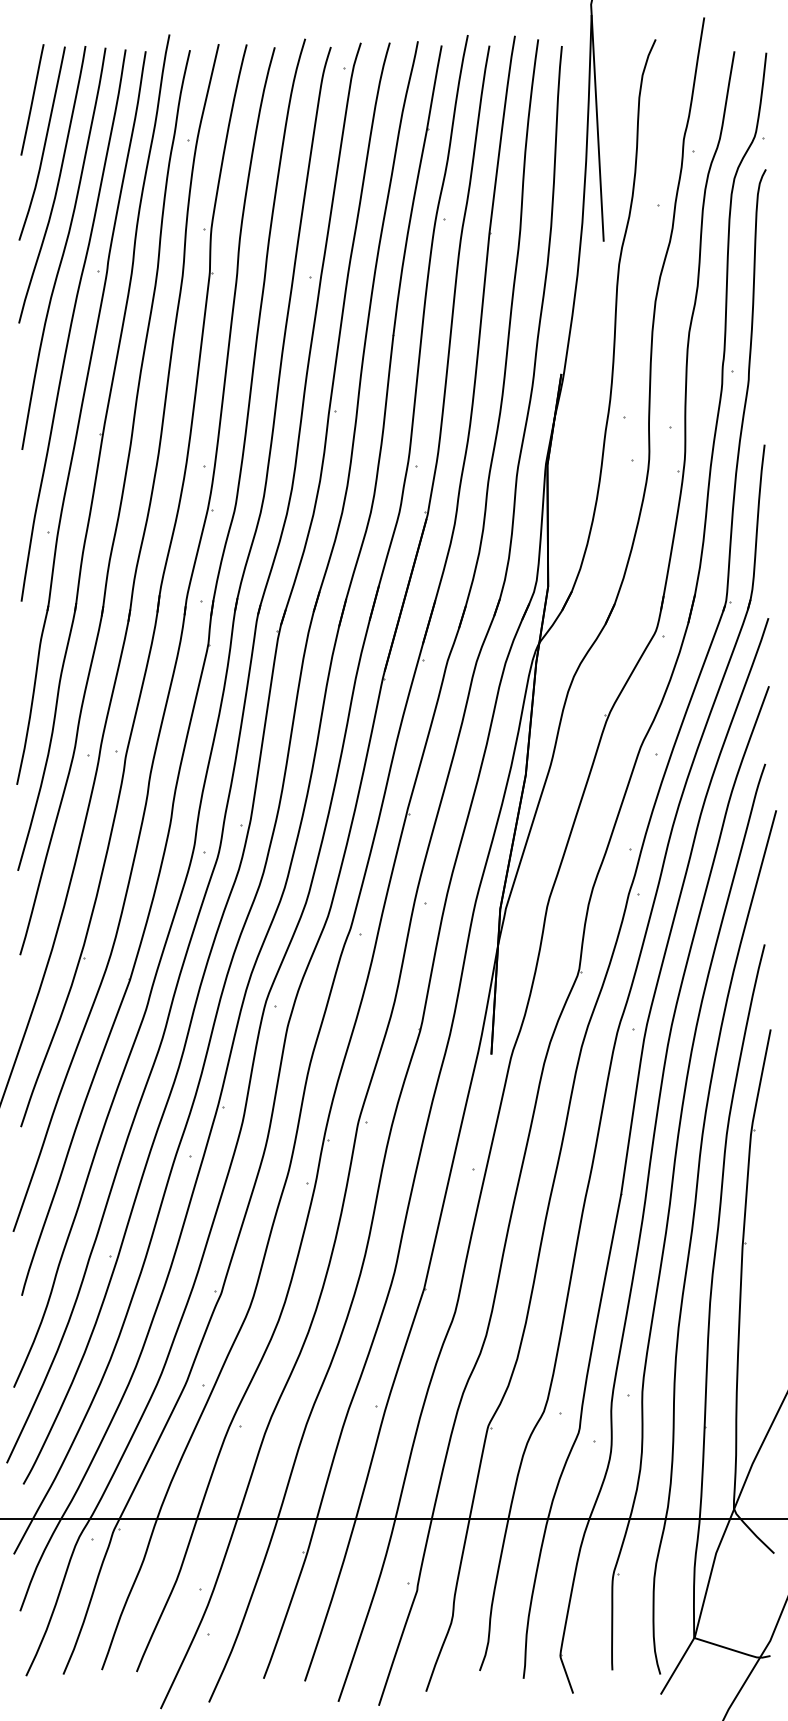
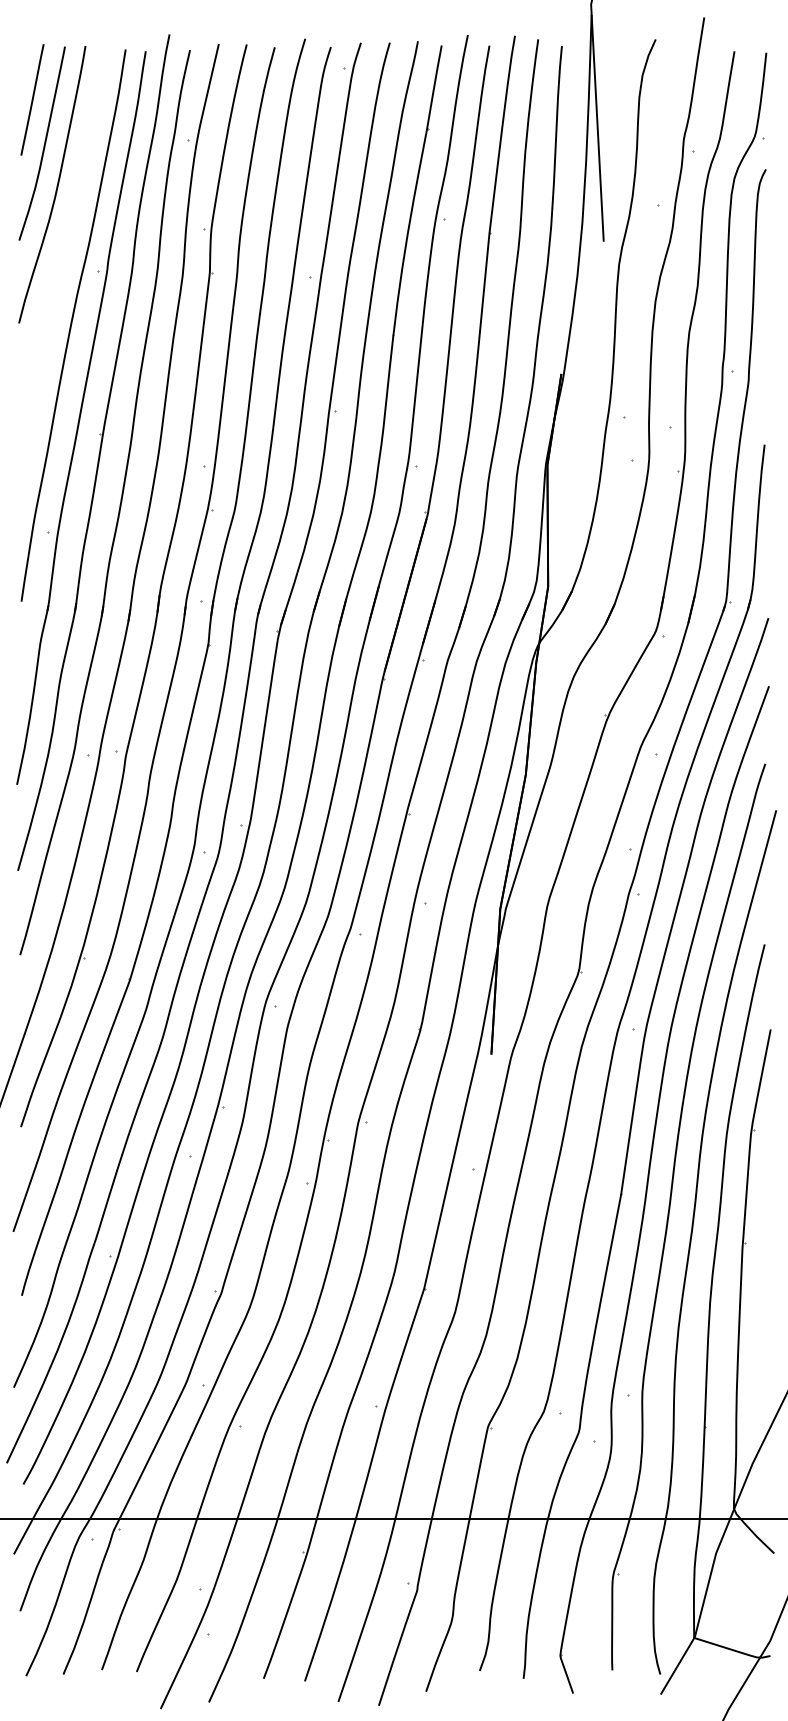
curve at (63, 248): present -> none
